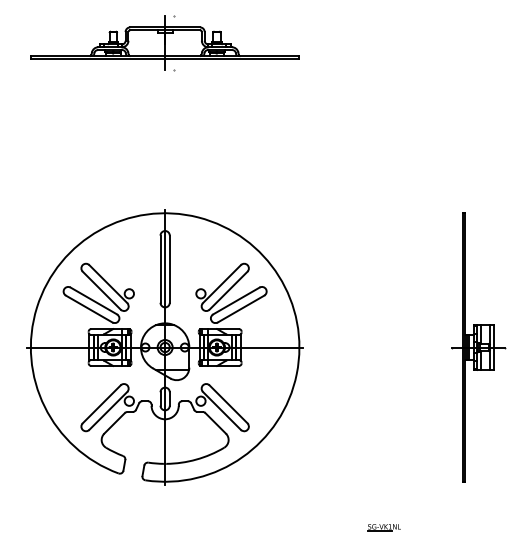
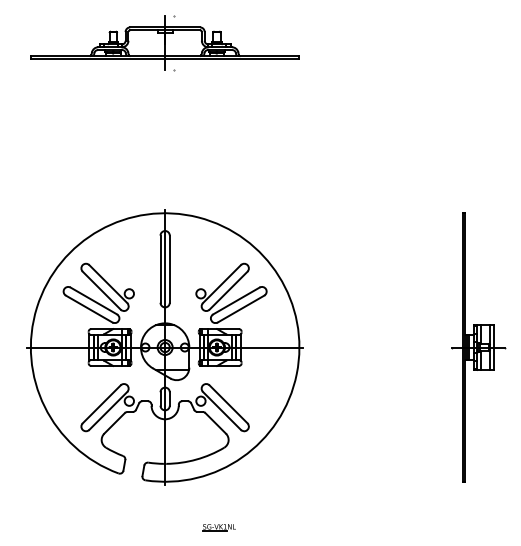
part at (383, 527) position: (383, 527) -> (218, 527)
